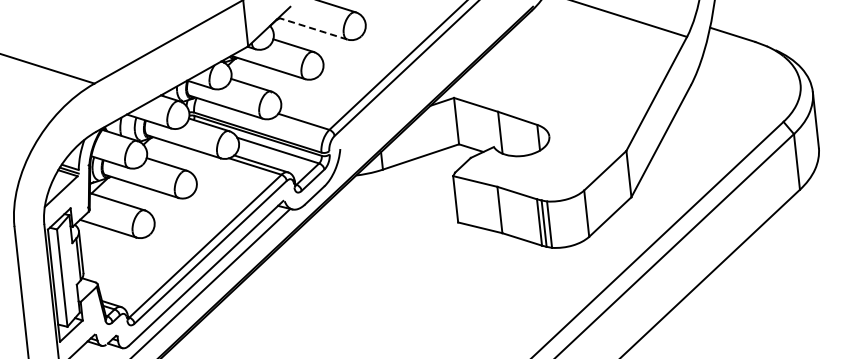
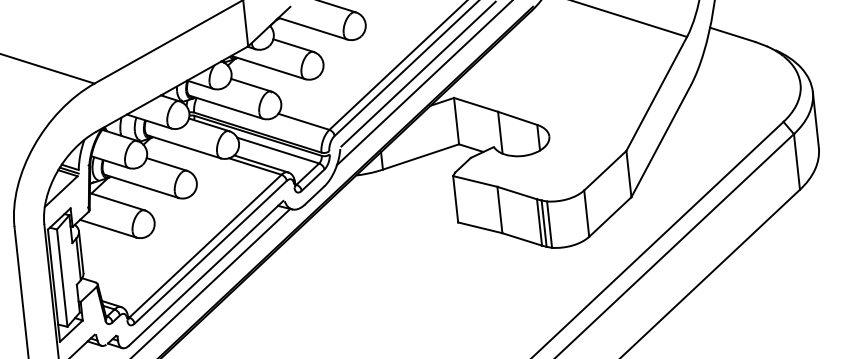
line at (312, 28): dashed -> solid
line at (418, 74): none -> present
line at (423, 83): none -> present
